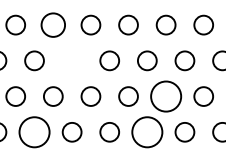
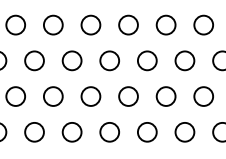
circle at (52, 24) size: 26x26 px -> 21x22 px
circle at (71, 60): none -> present
circle at (166, 96) diameter: 30 px -> 19 px
circle at (34, 132) diameter: 30 px -> 19 px
circle at (147, 132) diameter: 30 px -> 19 px
